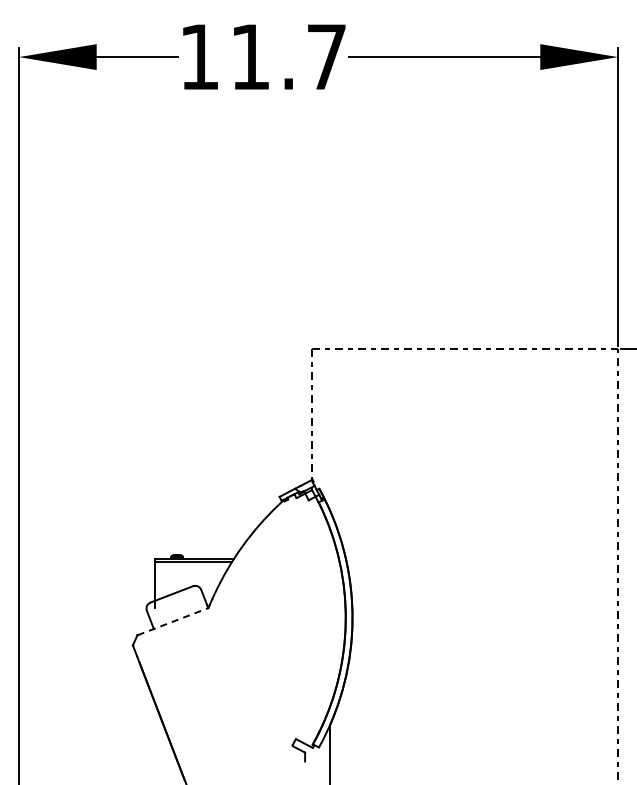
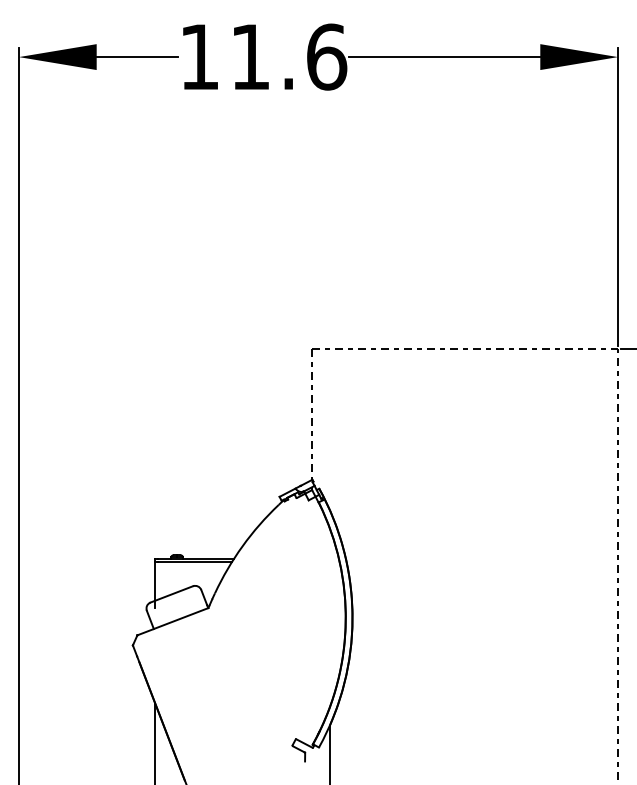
text at (327, 56): 11.7 -> 11.6
line at (173, 621): dashed -> solid
line at (154, 741): none -> present
